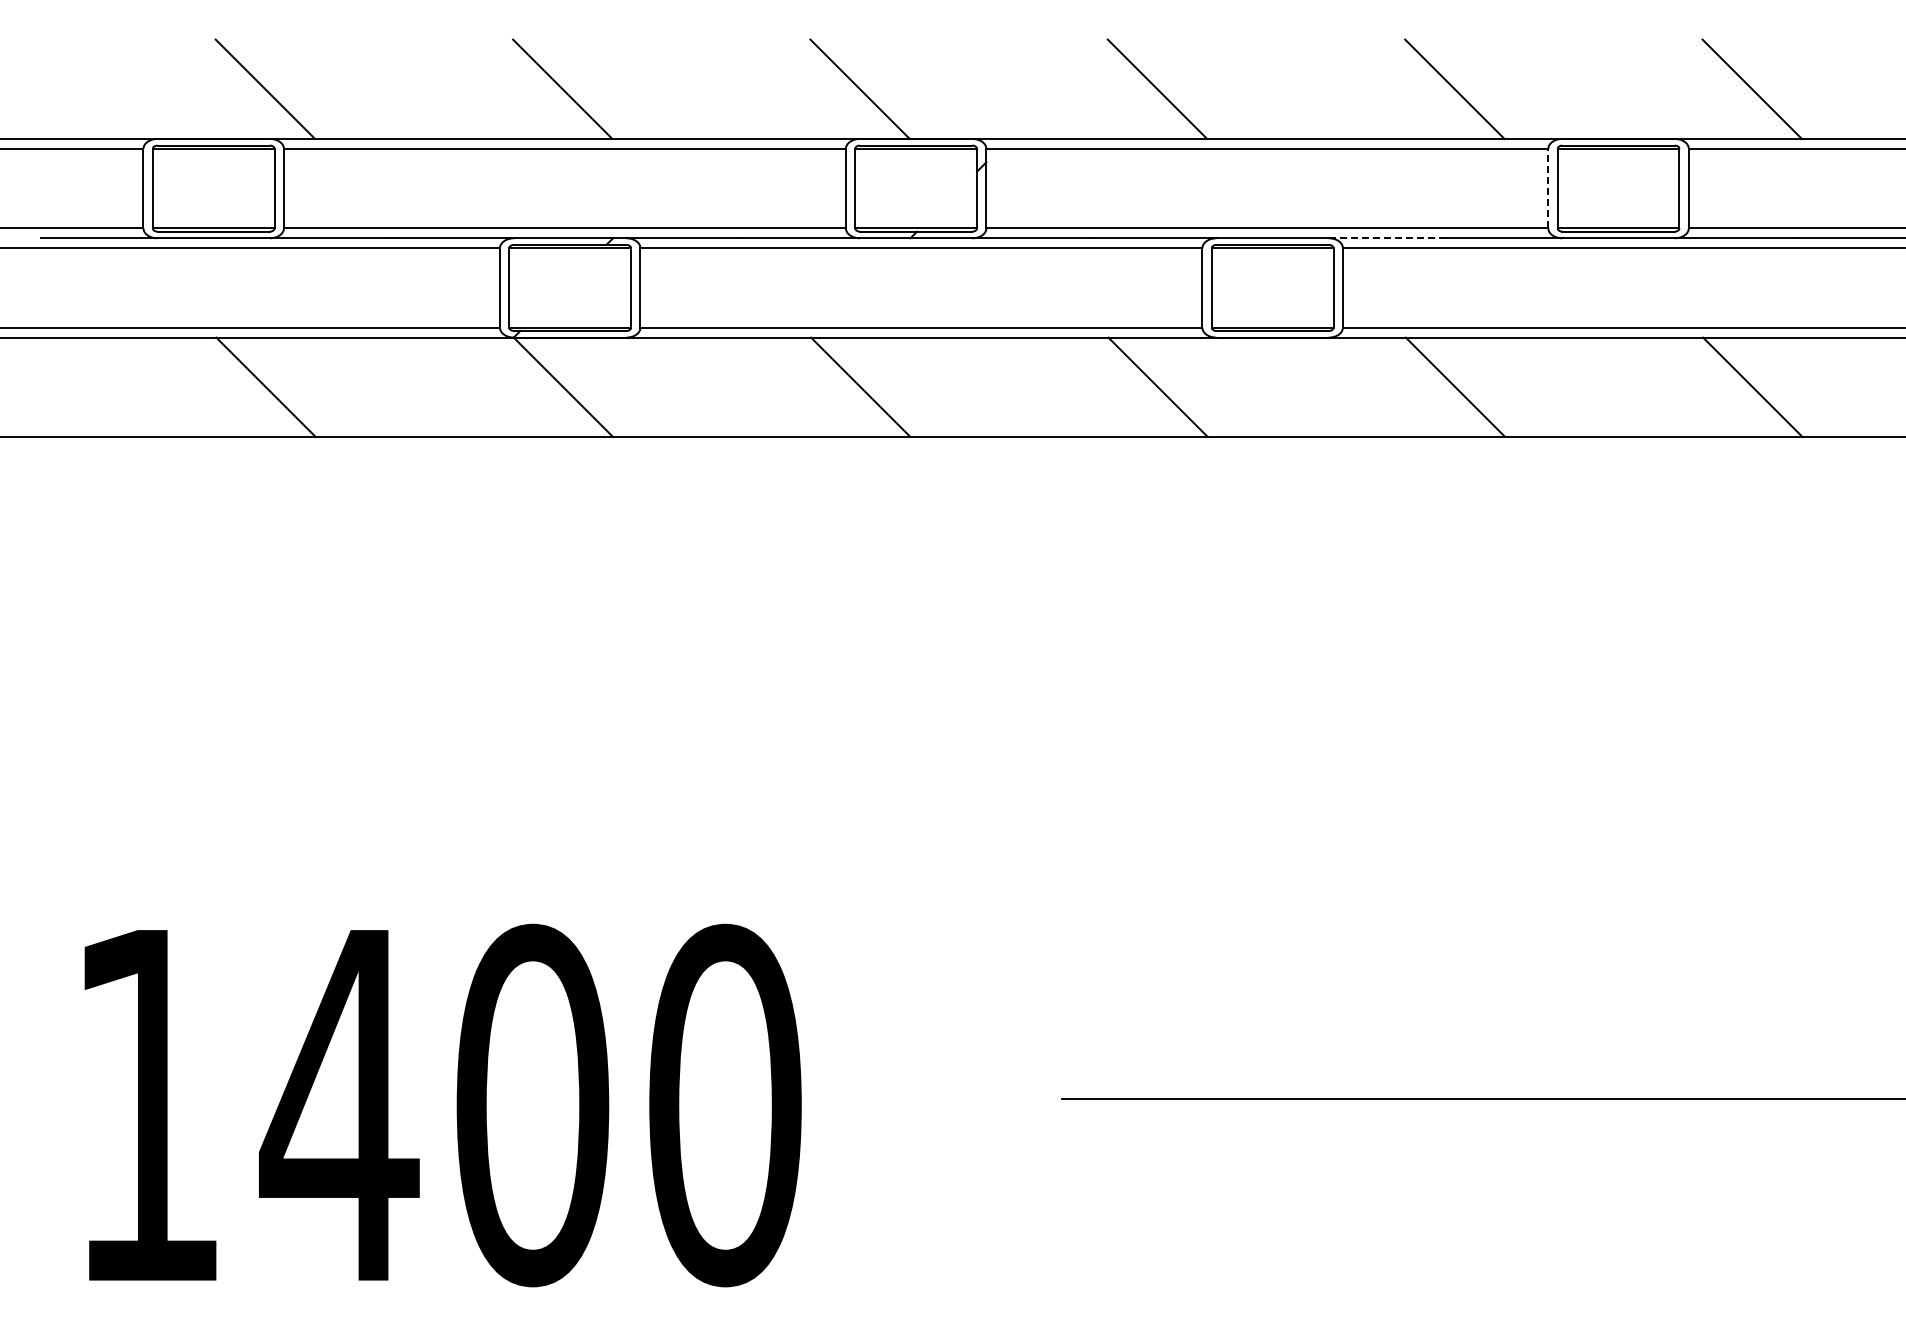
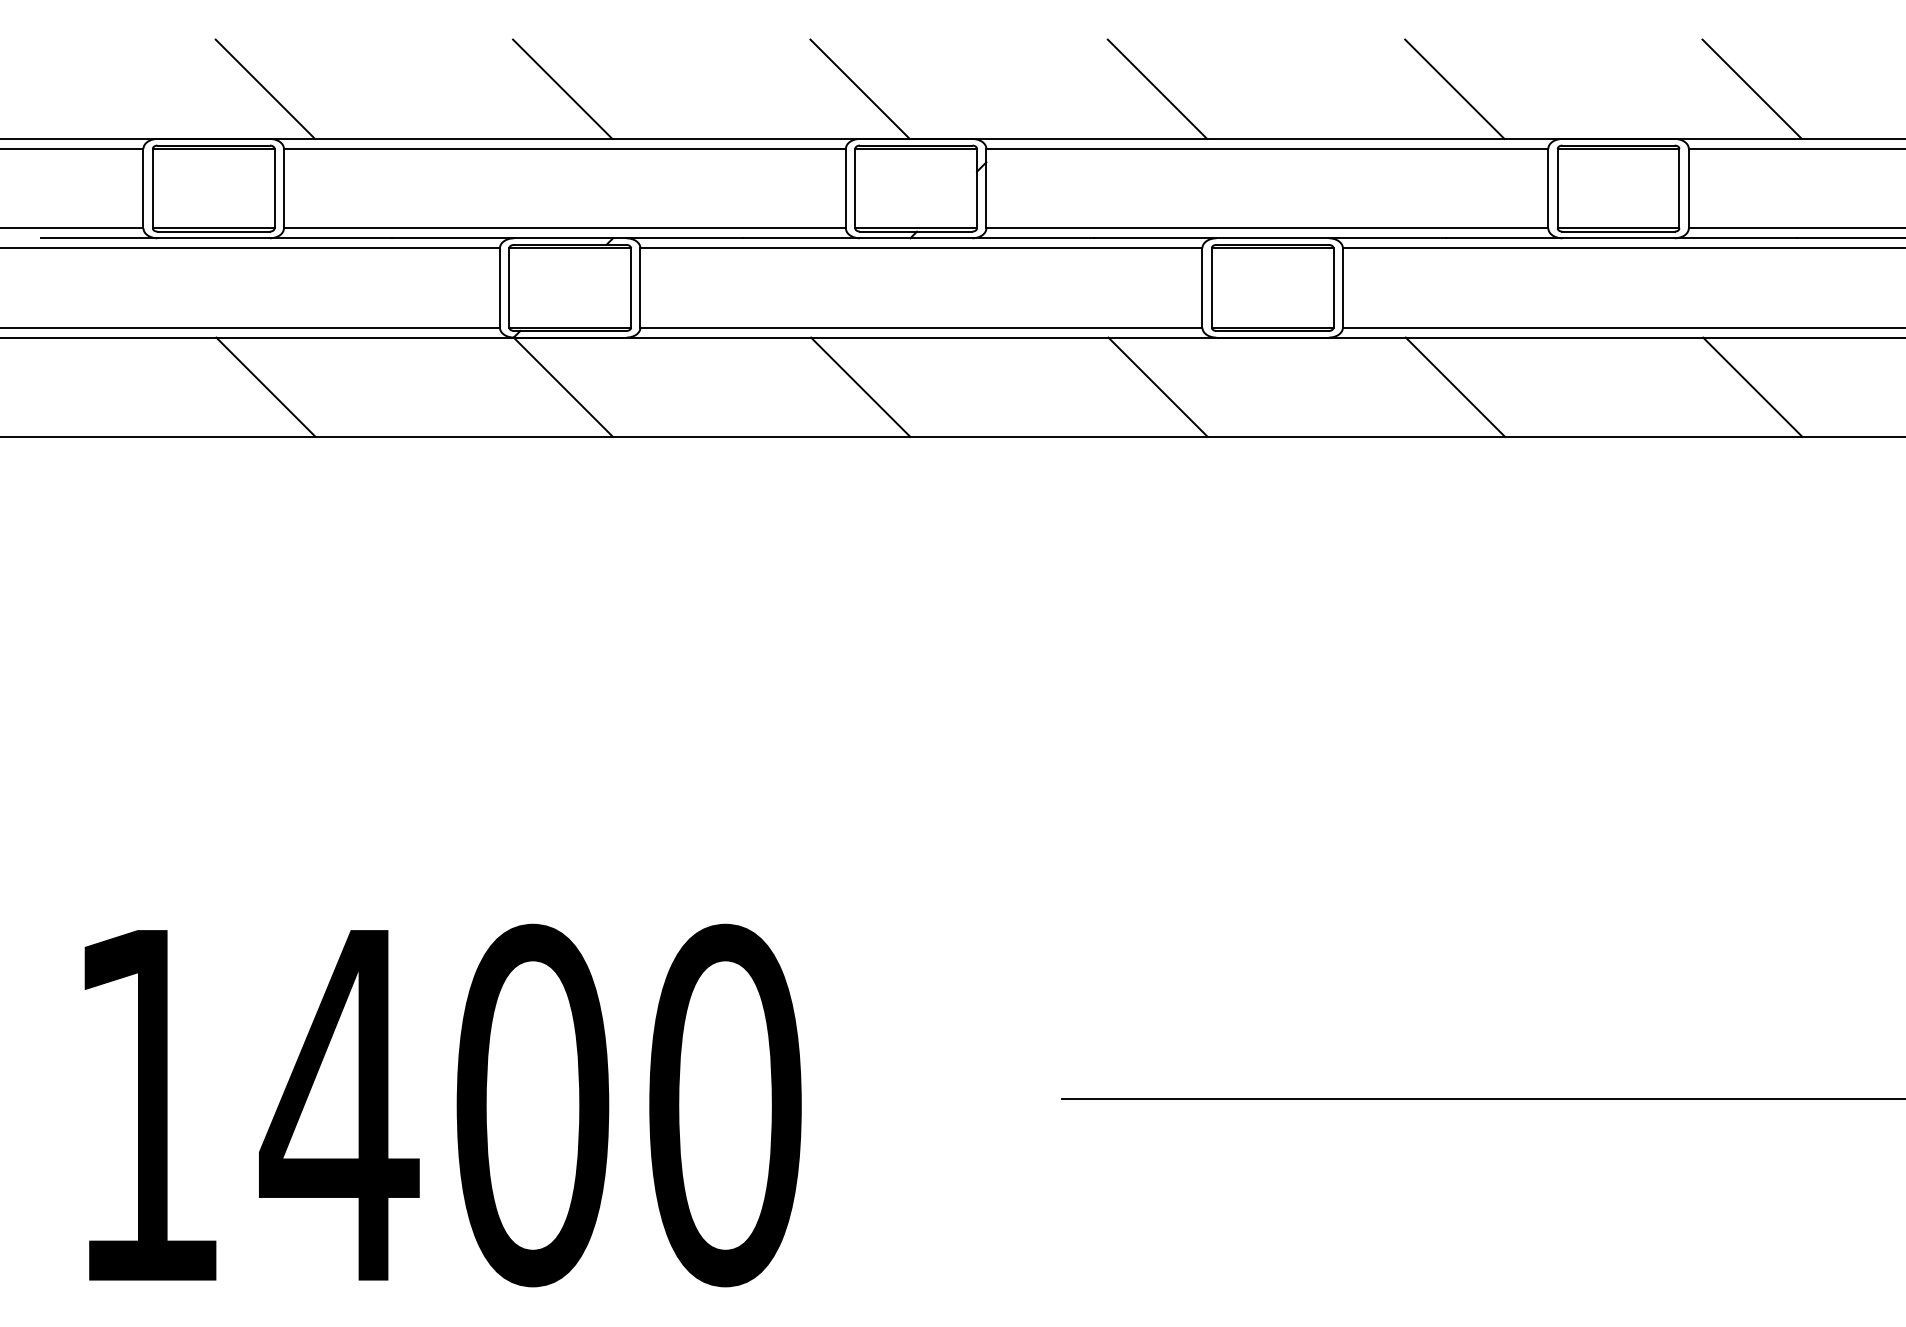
line at (1548, 188): dashed -> solid
line at (1386, 238): dashed -> solid
